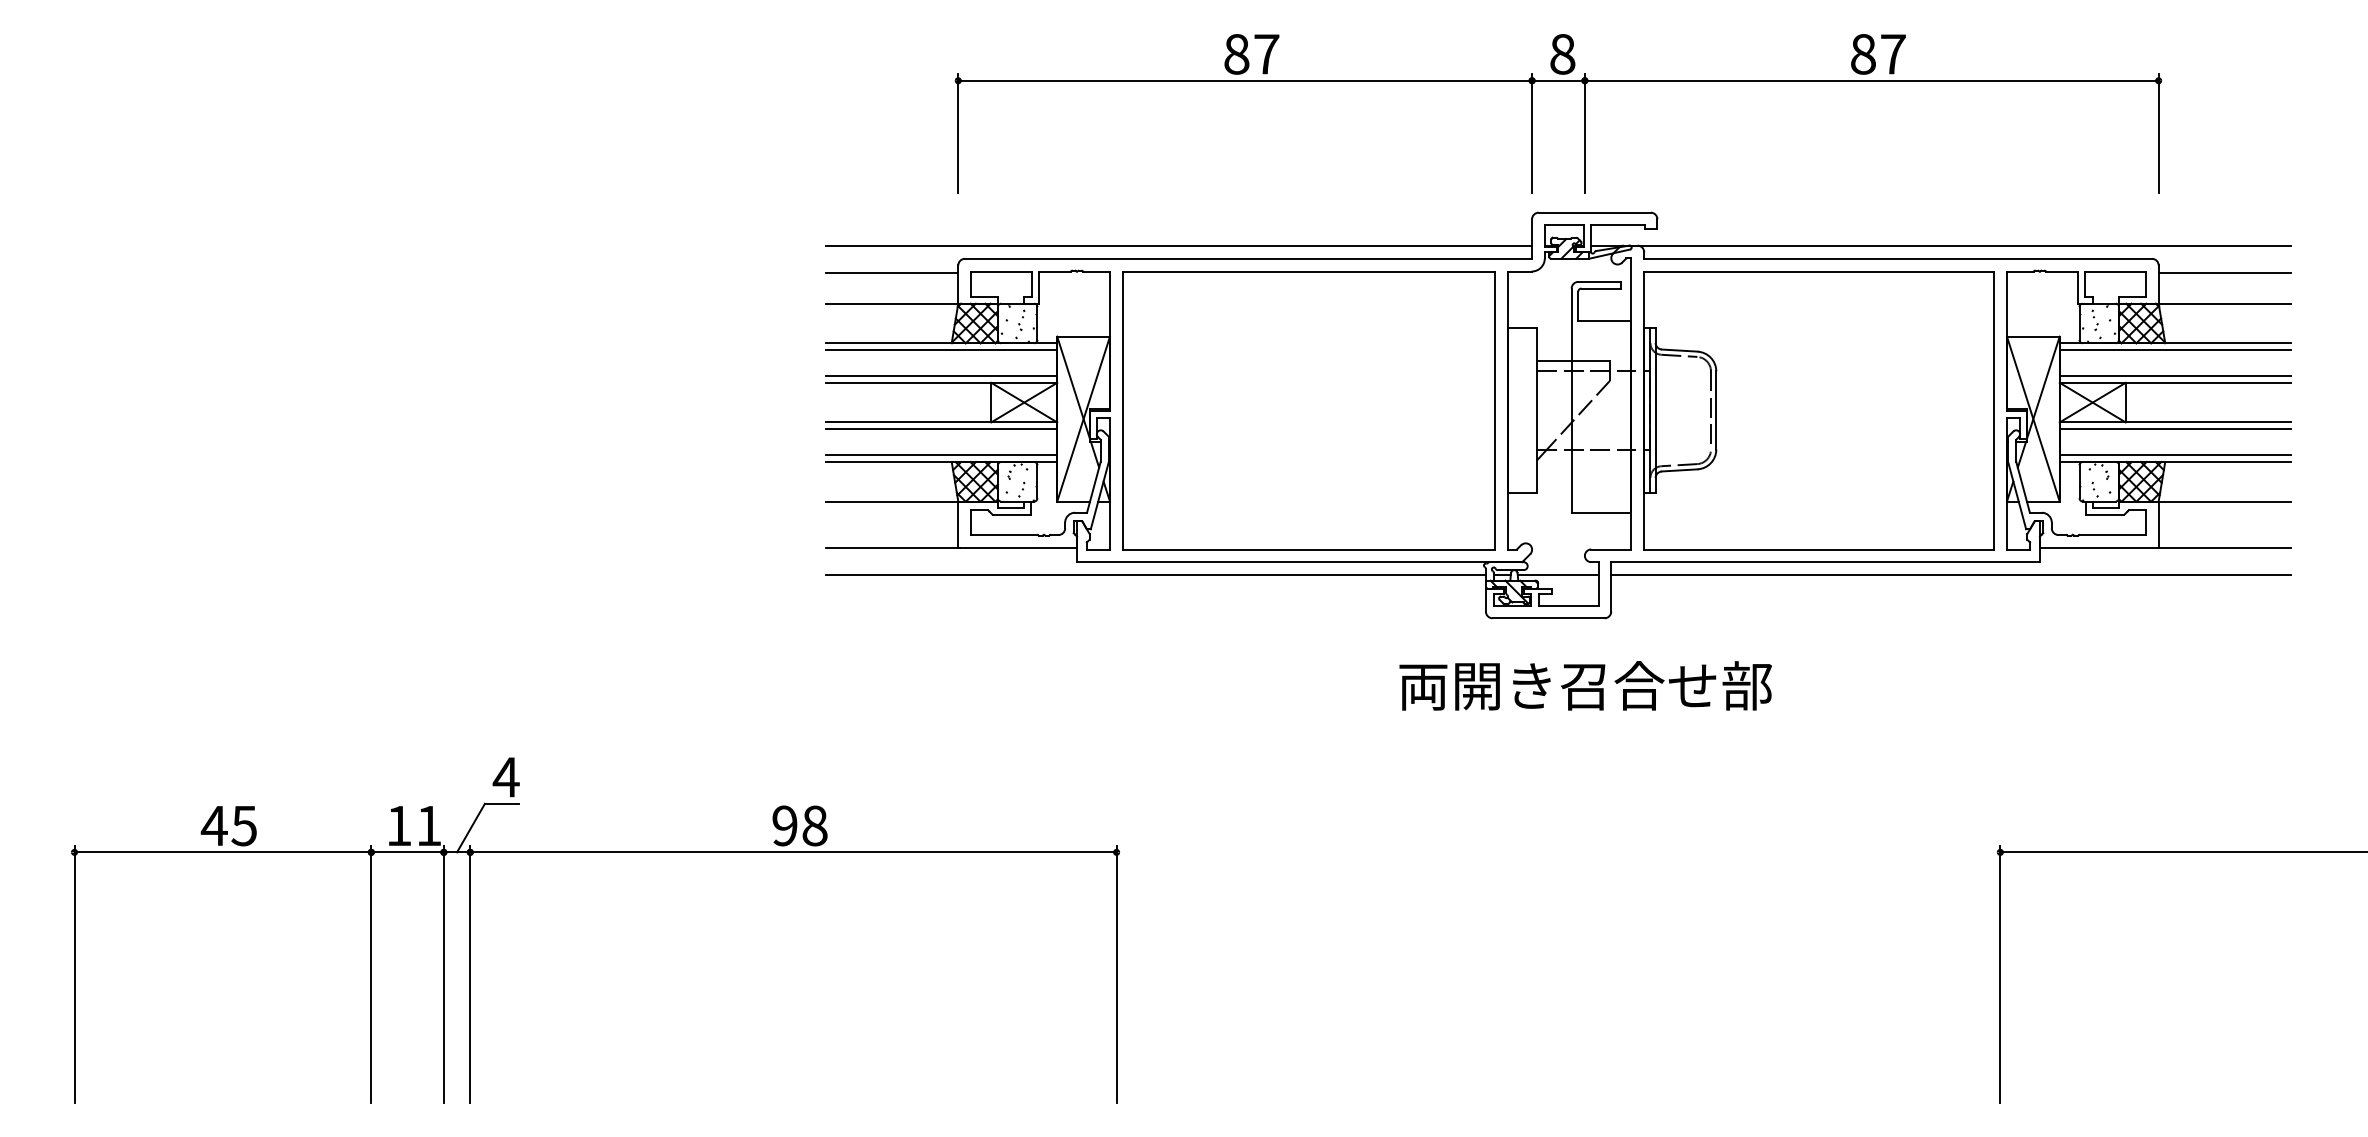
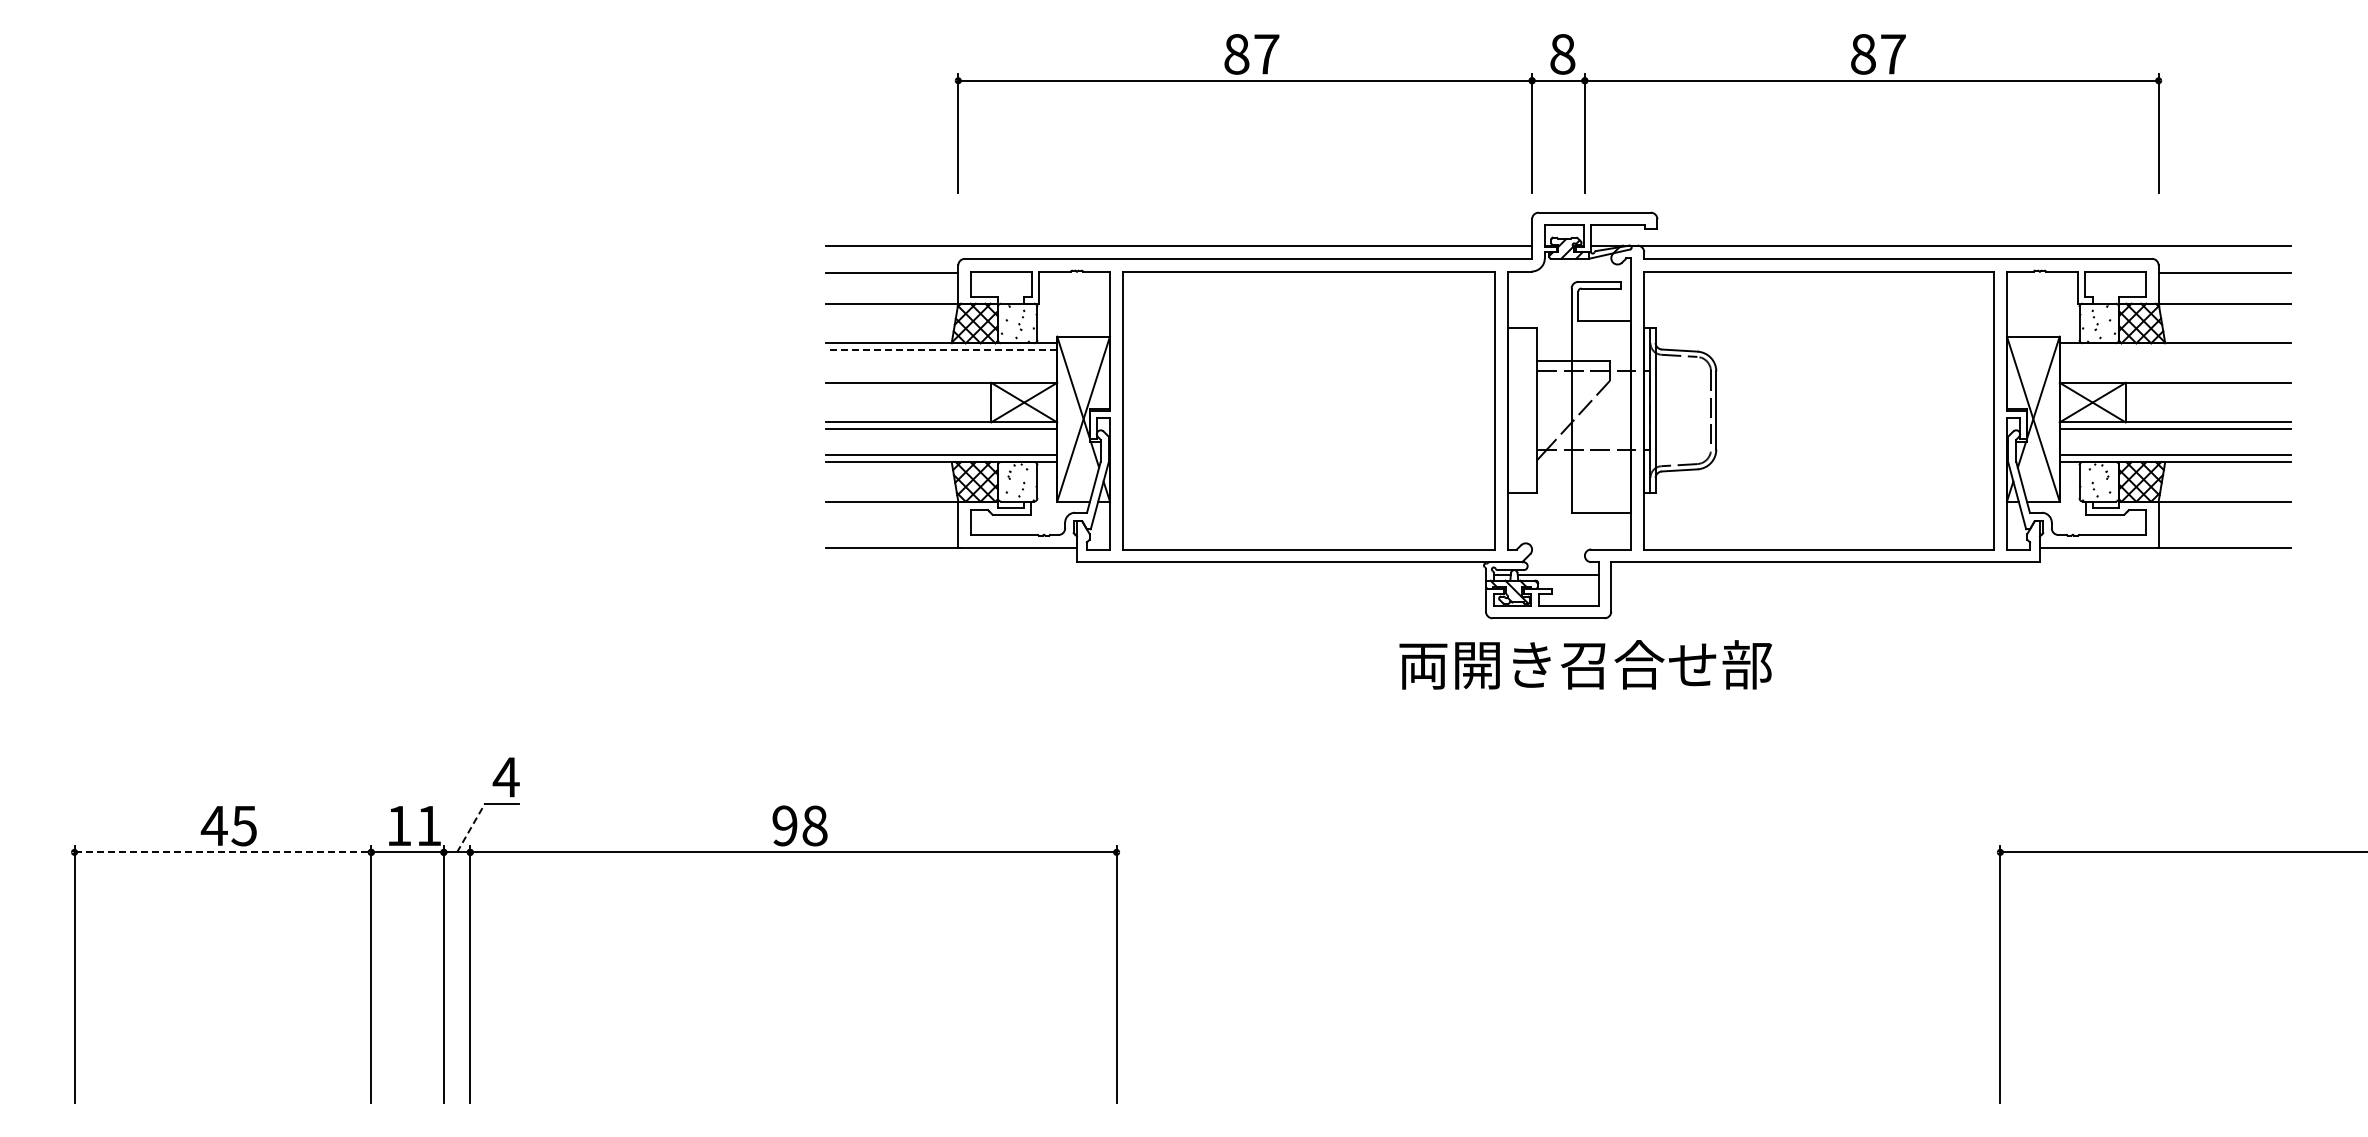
line at (941, 349): solid -> dashed
line at (2174, 349): present -> none
line at (941, 376): present -> none
line at (2174, 376): present -> none
line at (1155, 575): present -> none
line at (1950, 575): present -> none
text at (1585, 685) position: (1585, 685) -> (1585, 664)
line at (471, 827): solid -> dashed
line at (223, 852): solid -> dashed
